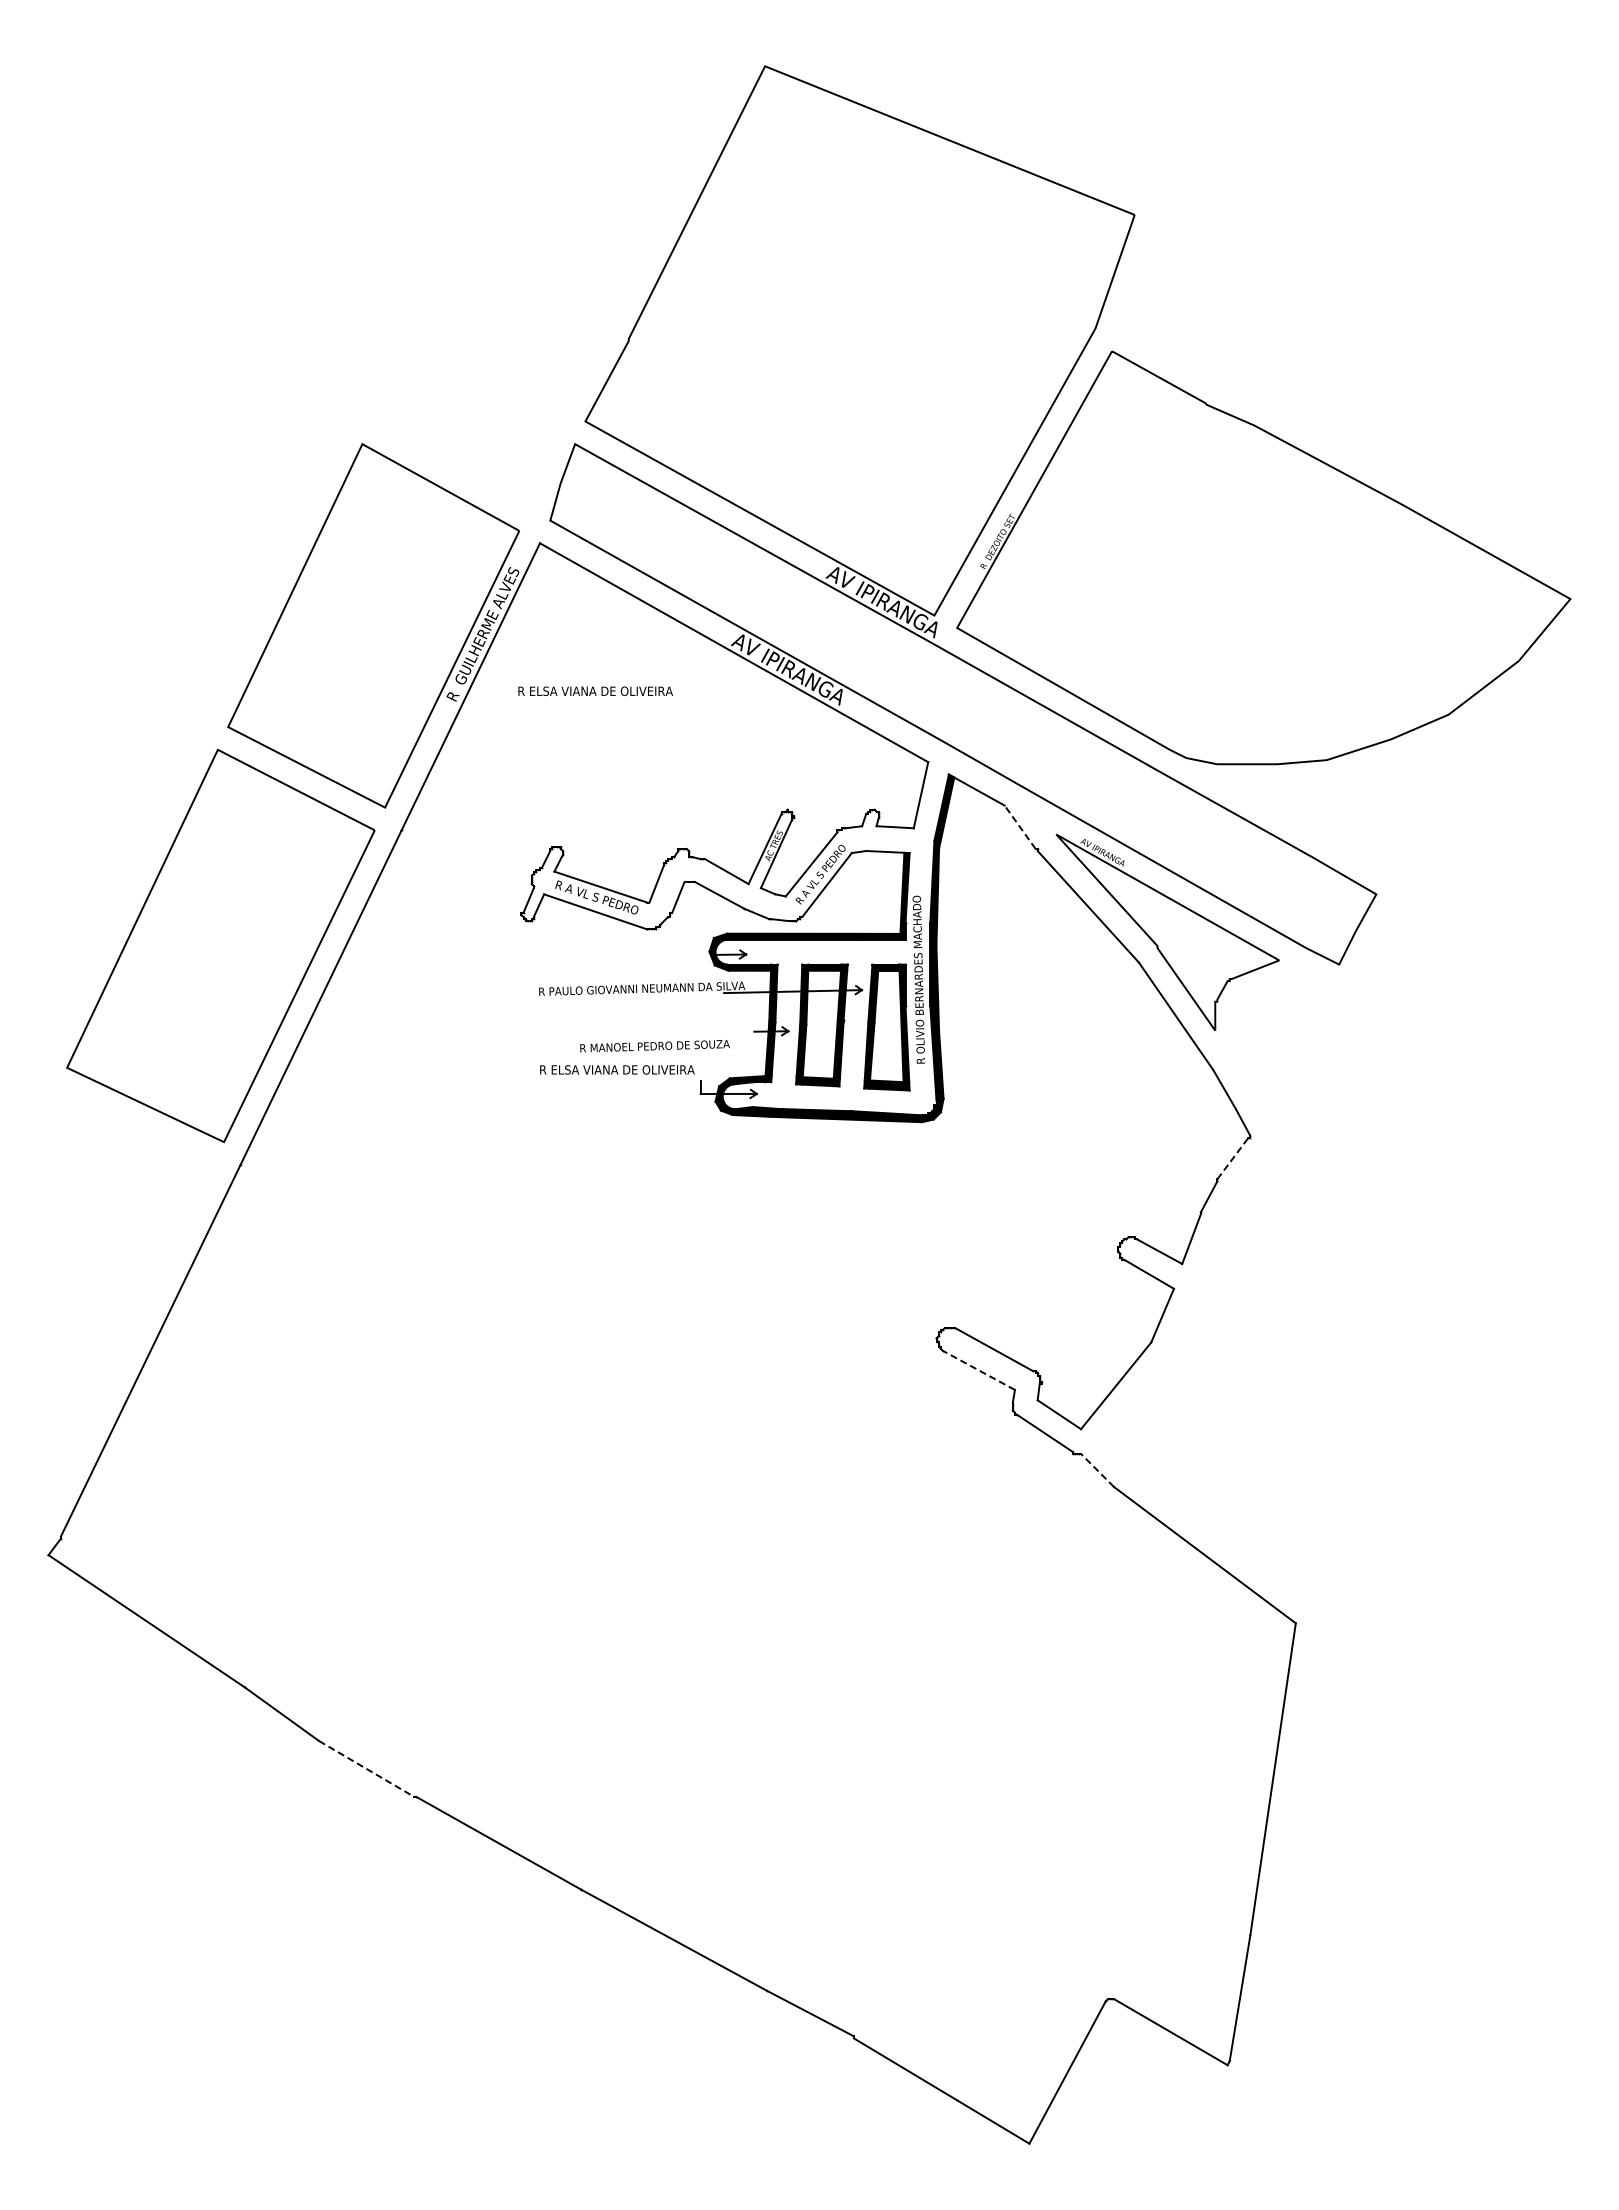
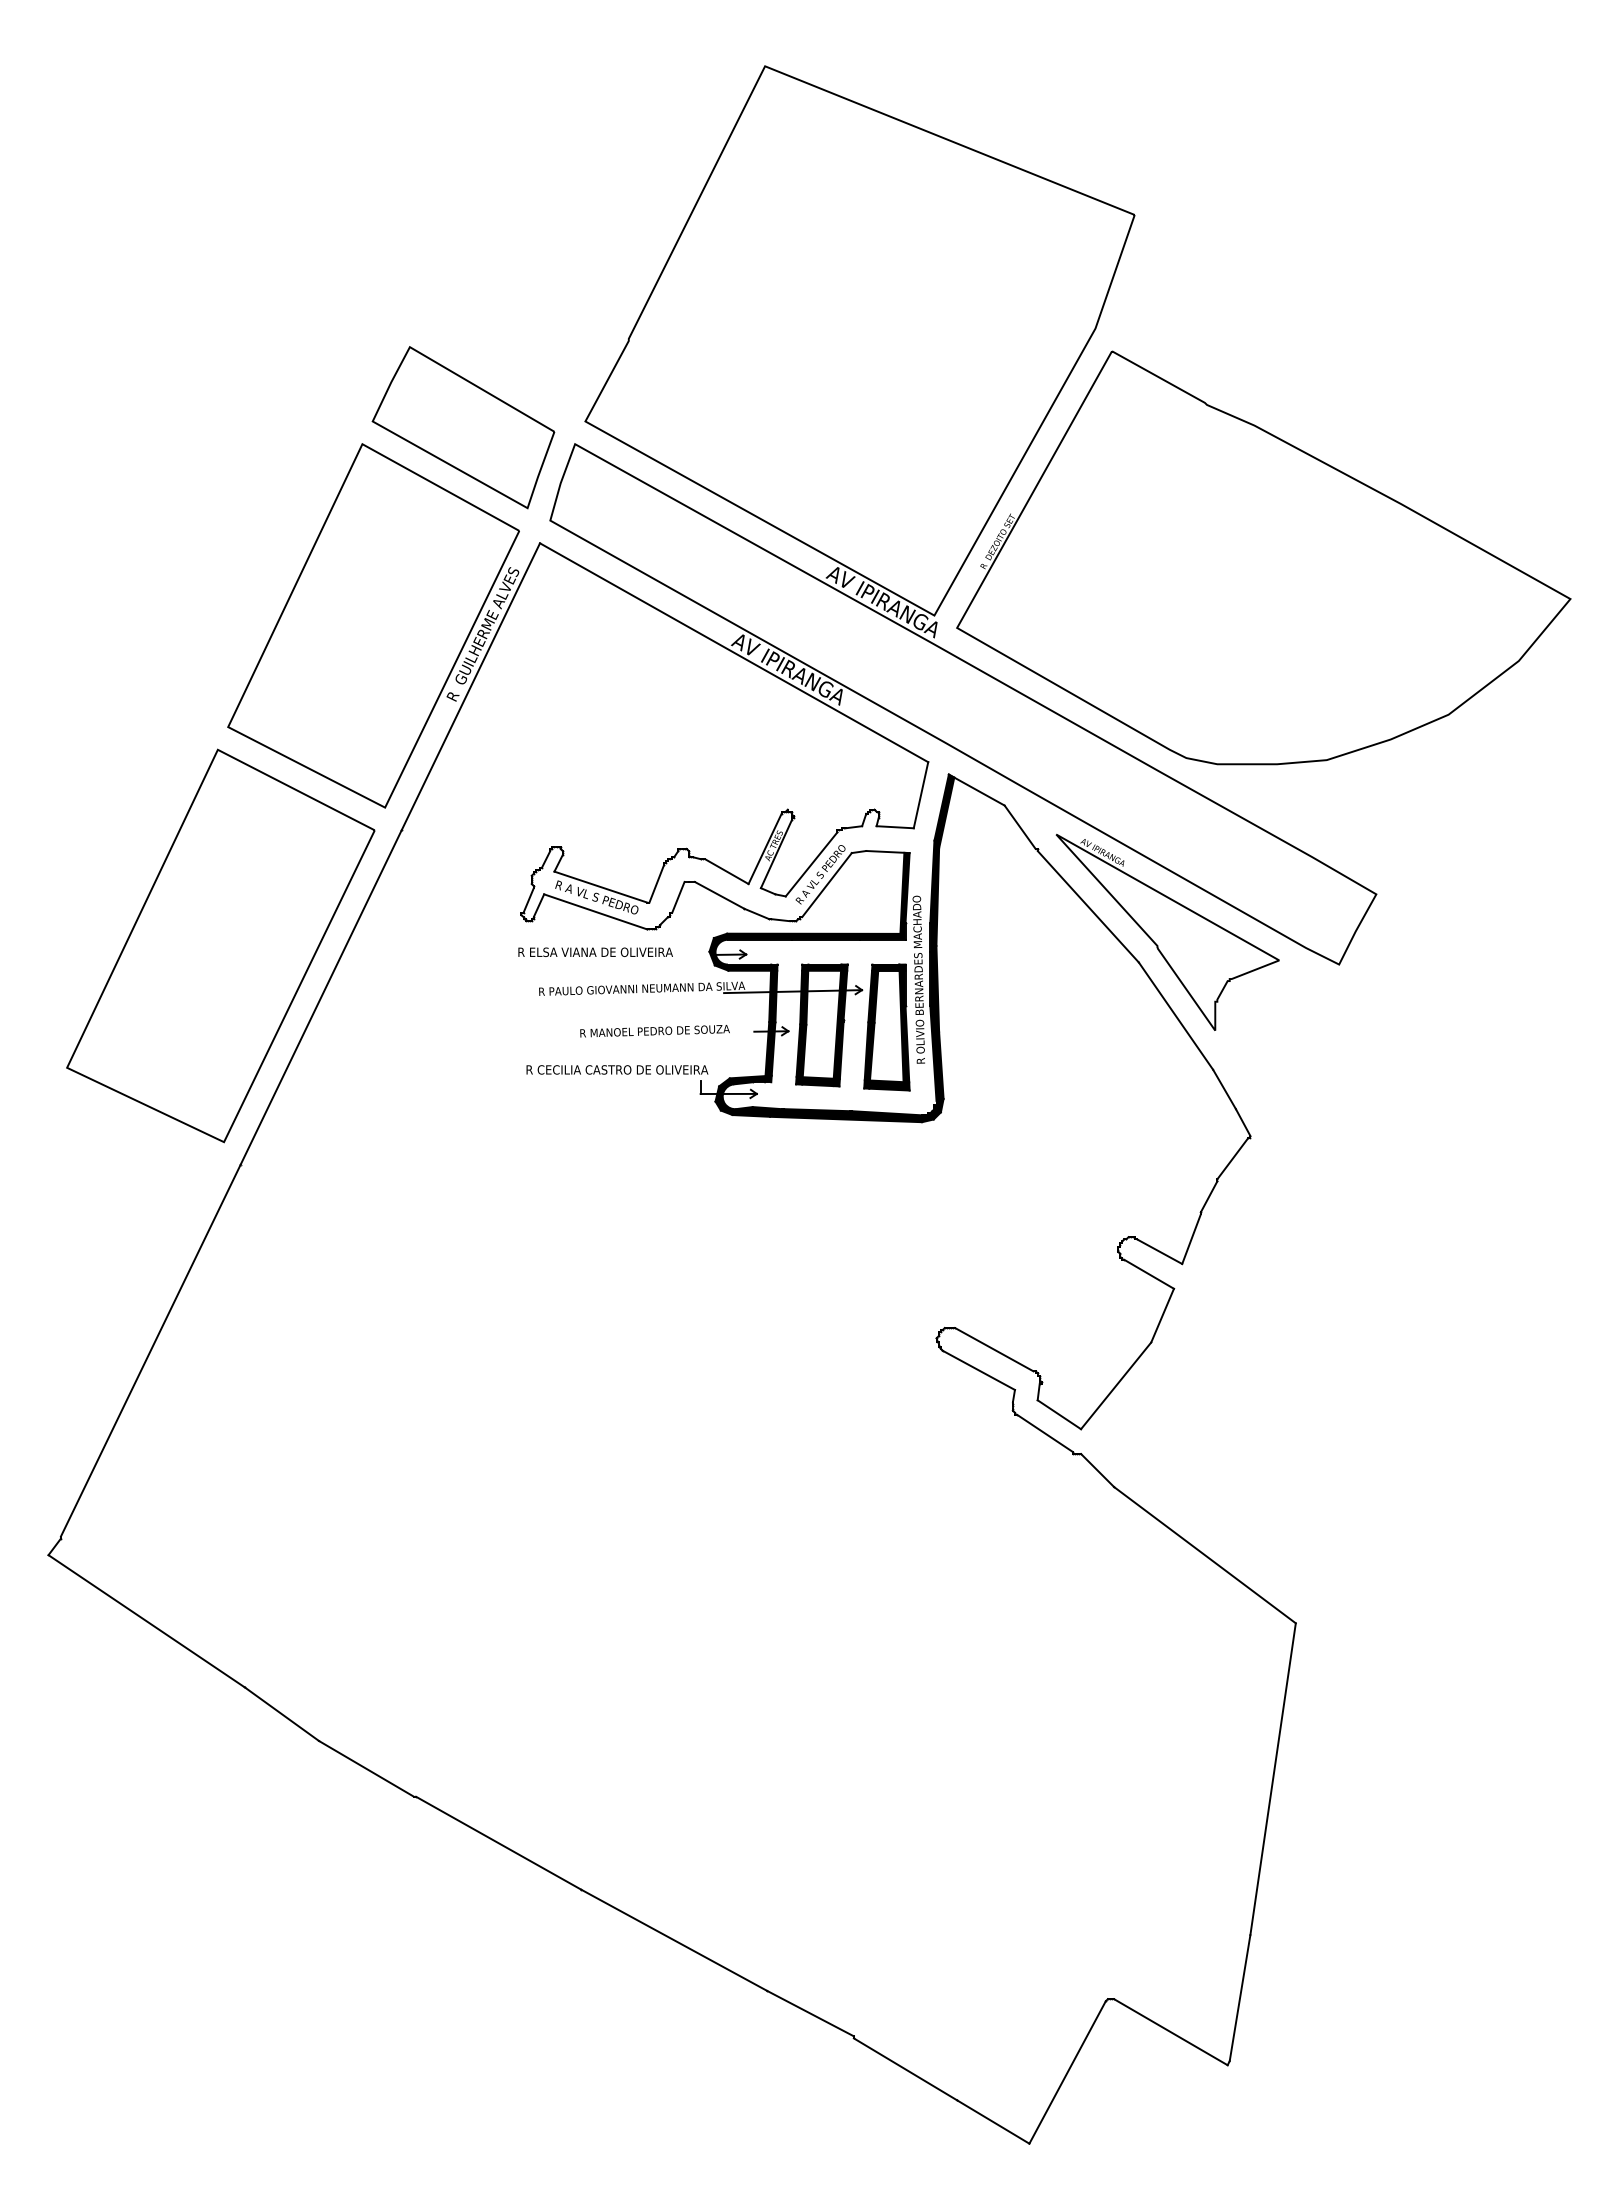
part at (463, 427): none -> present
text at (595, 690) position: (595, 690) -> (595, 951)
line at (1020, 827): dashed -> solid
text at (654, 1046) position: (654, 1046) -> (654, 1031)
text at (617, 1069): R ELSA VIANA DE OLIVEIRA -> R CECILIA CASTRO DE OLIVEIRA
line at (1232, 1158): dashed -> solid
line at (978, 1370): dashed -> solid
line at (1097, 1470): dashed -> solid
line at (366, 1769): dashed -> solid
